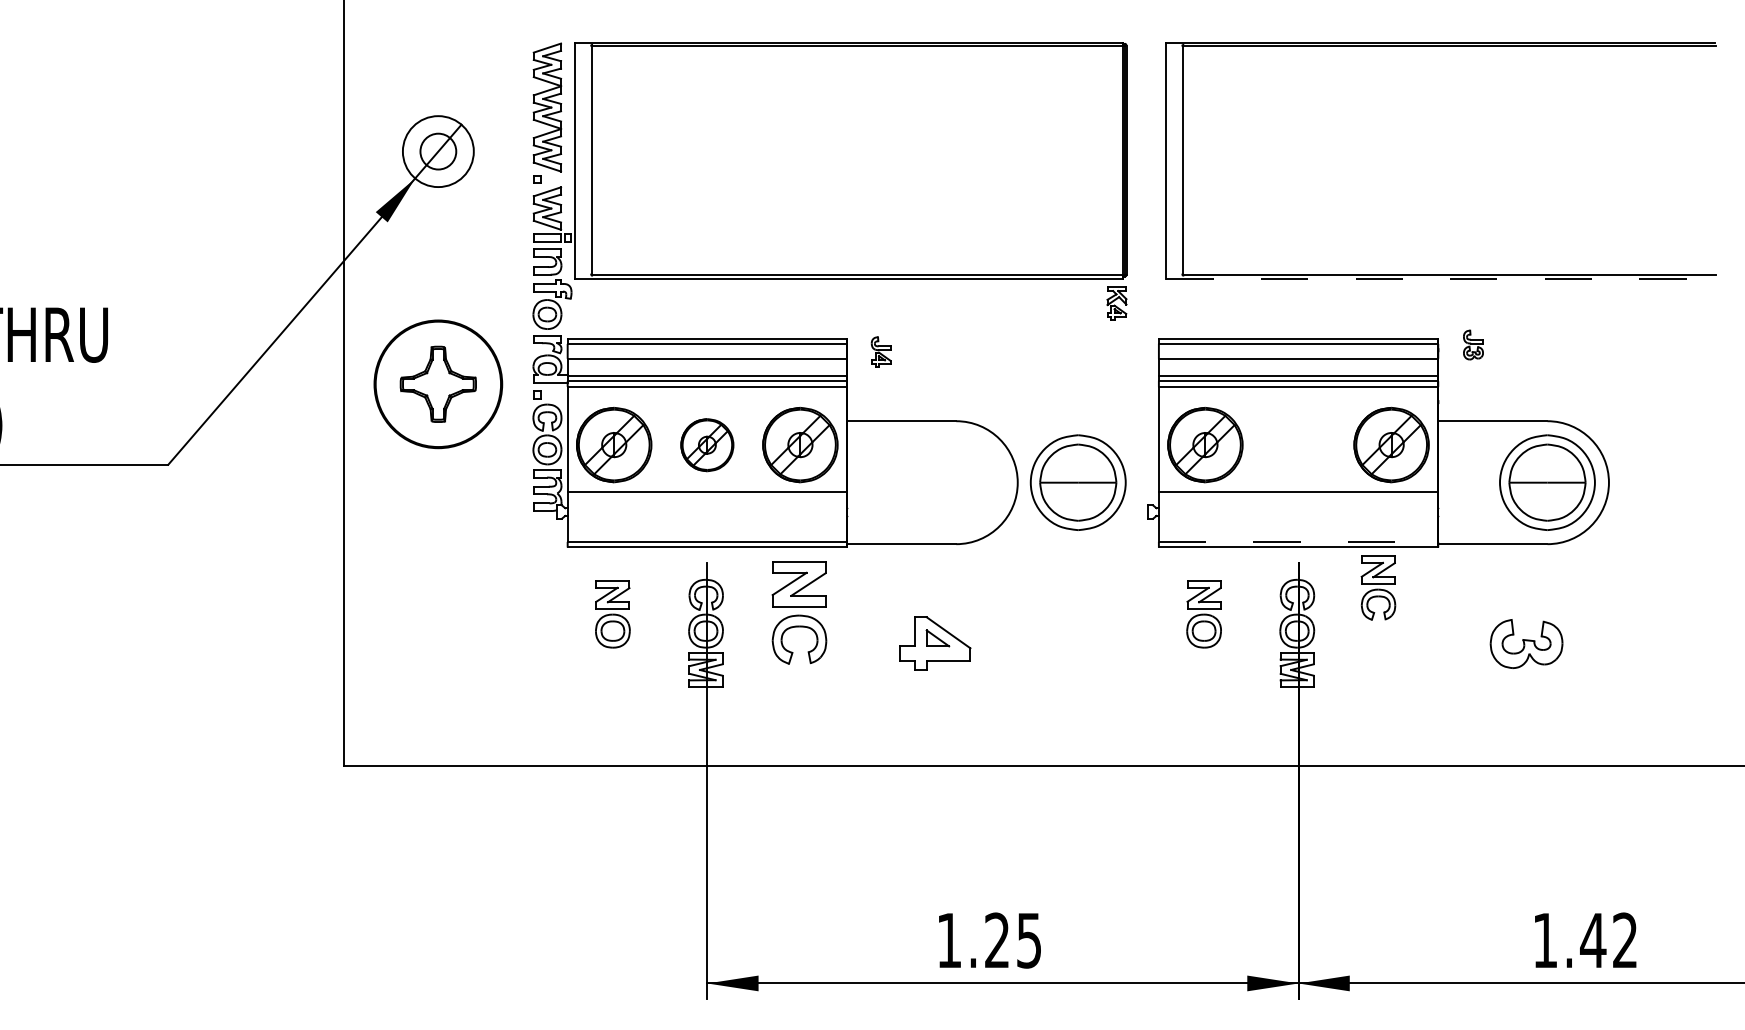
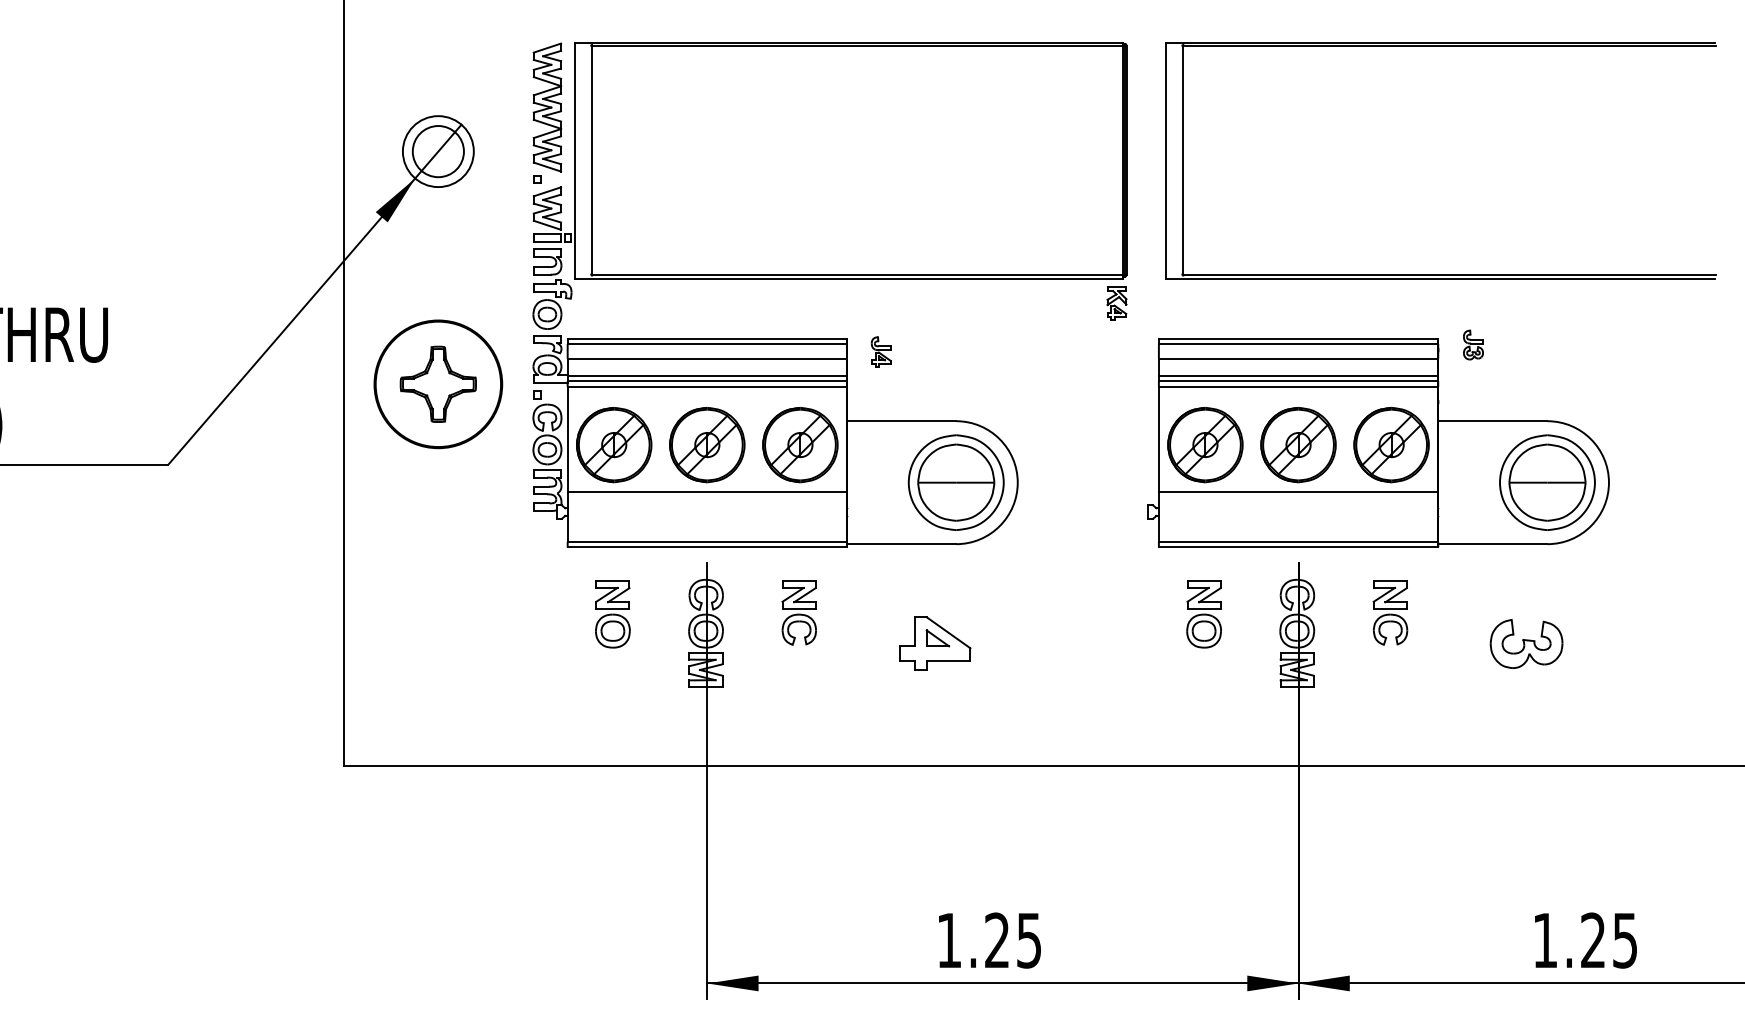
circle at (438, 151) diameter: 36 px -> 51 px
line at (1440, 279): dashed -> solid
part at (1298, 444): none -> present
part at (707, 445) size: 55x55 px -> 77x77 px
part at (1077, 482) position: (1077, 482) -> (955, 482)
line at (1298, 541): dashed -> solid
part at (1378, 587) position: (1378, 587) -> (1390, 612)
part at (799, 612) size: 57x104 px -> 36x66 px
text at (1608, 940): 1.42 -> 1.25
